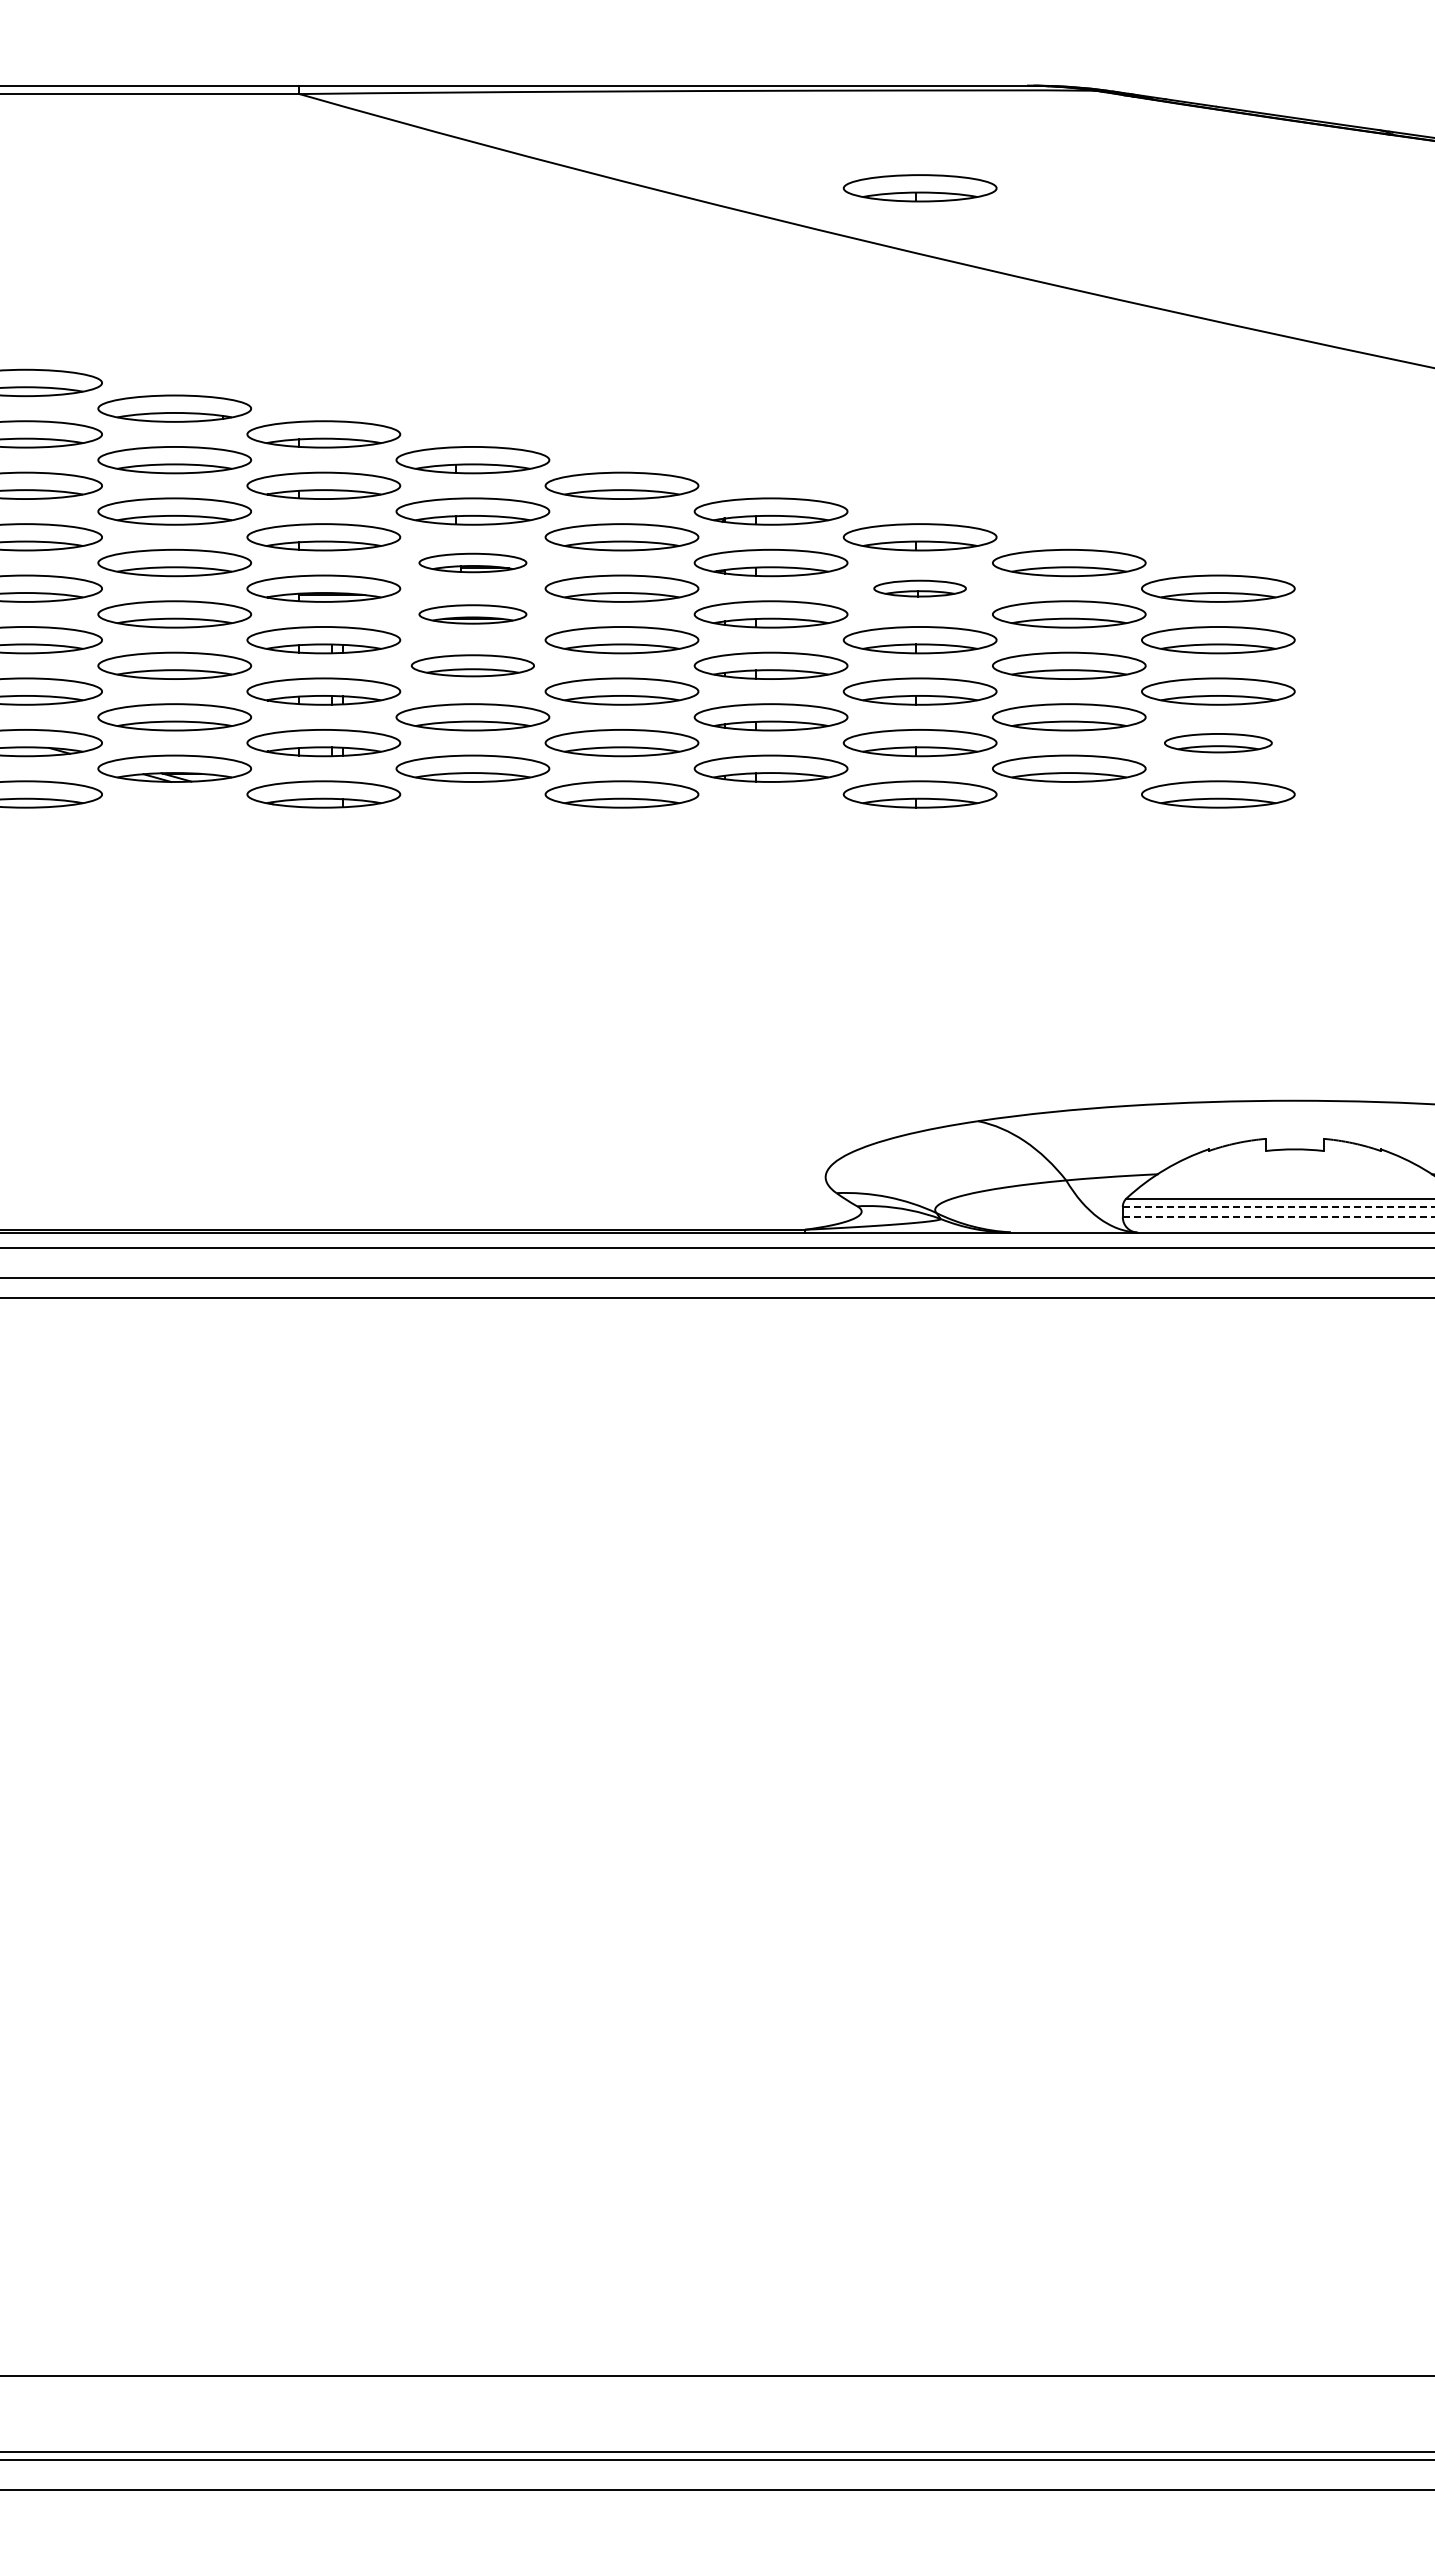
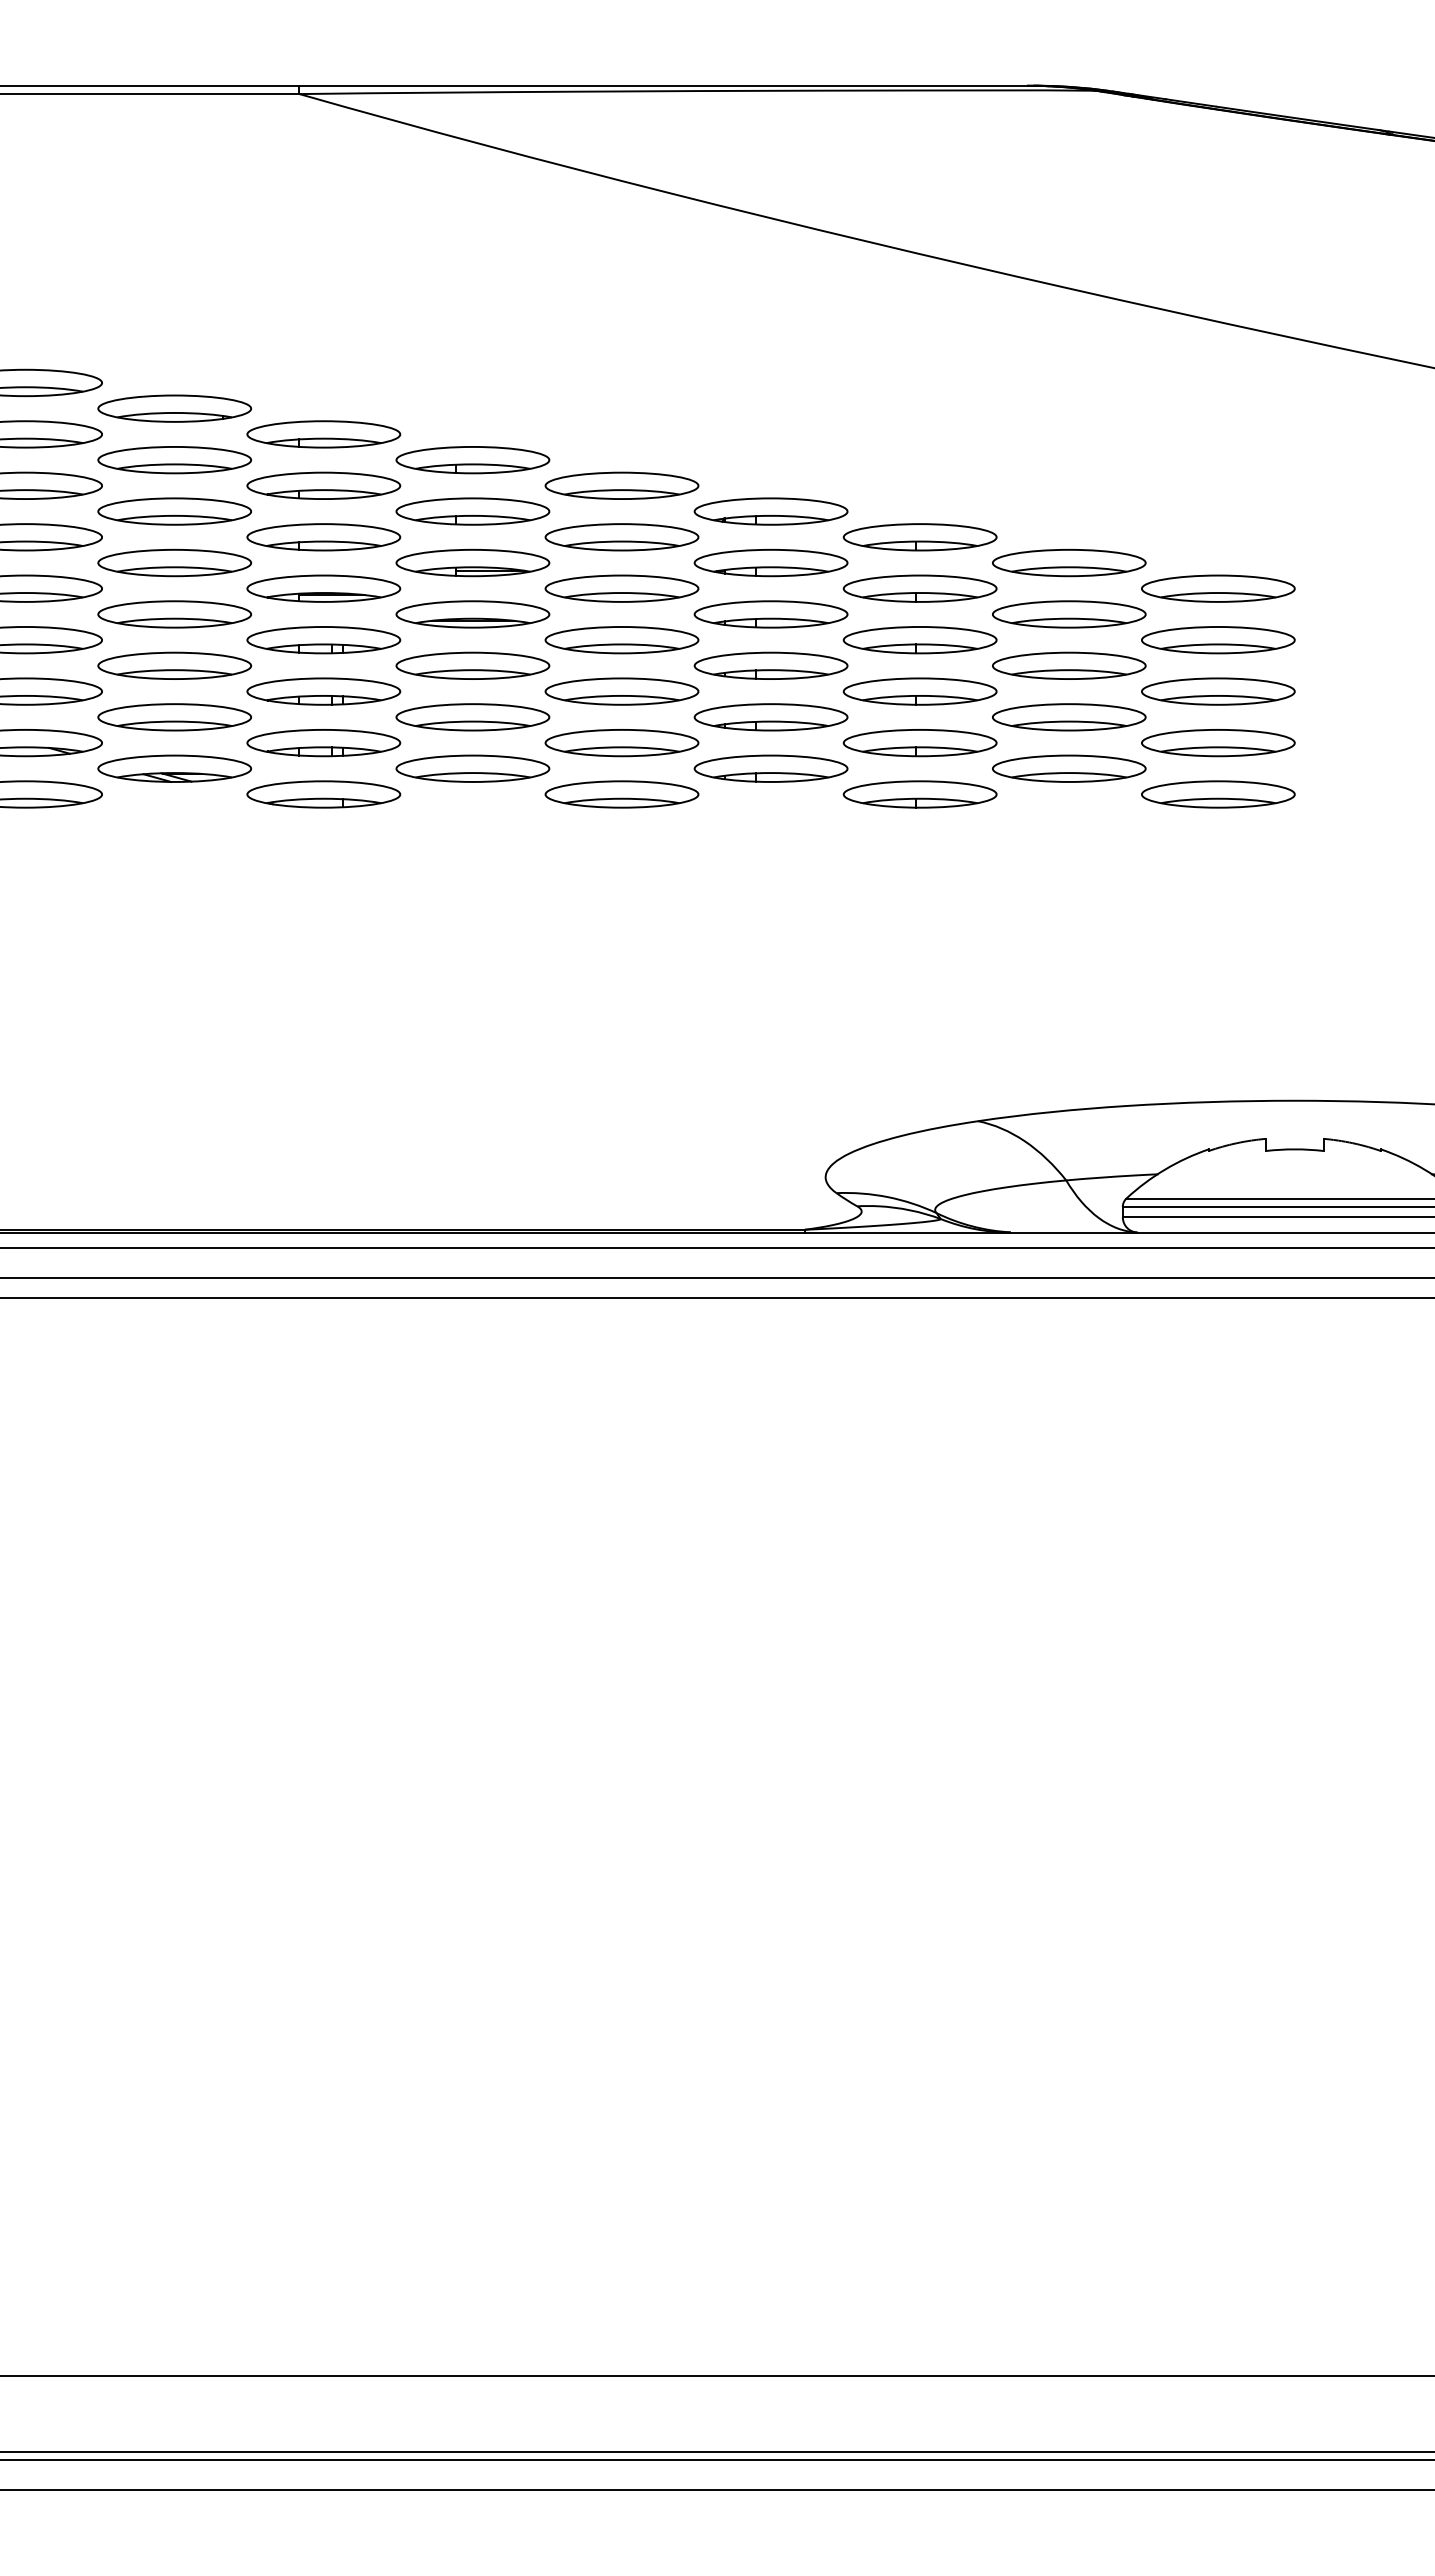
part at (919, 188): present -> none
part at (472, 562) size: 110x22 px -> 156x30 px
part at (919, 588) size: 94x19 px -> 156x29 px
part at (472, 614) size: 110x21 px -> 156x29 px
part at (472, 665) size: 125x24 px -> 156x29 px
part at (1218, 743) size: 109x21 px -> 155x29 px
line at (1279, 1206): dashed -> solid
line at (1279, 1217): dashed -> solid
